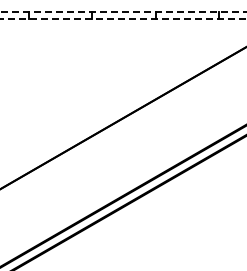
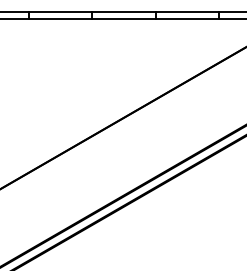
line at (123, 12): dashed -> solid
line at (123, 18): dashed -> solid
